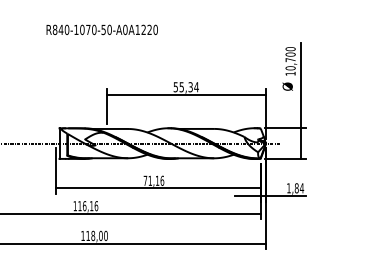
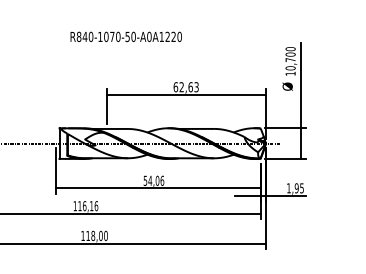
text at (101, 29) position: (101, 29) -> (125, 36)
text at (185, 87): 55,34 -> 62,63
text at (151, 180): 71,16 -> 54,06
text at (299, 188): 1,84 -> 1,95
